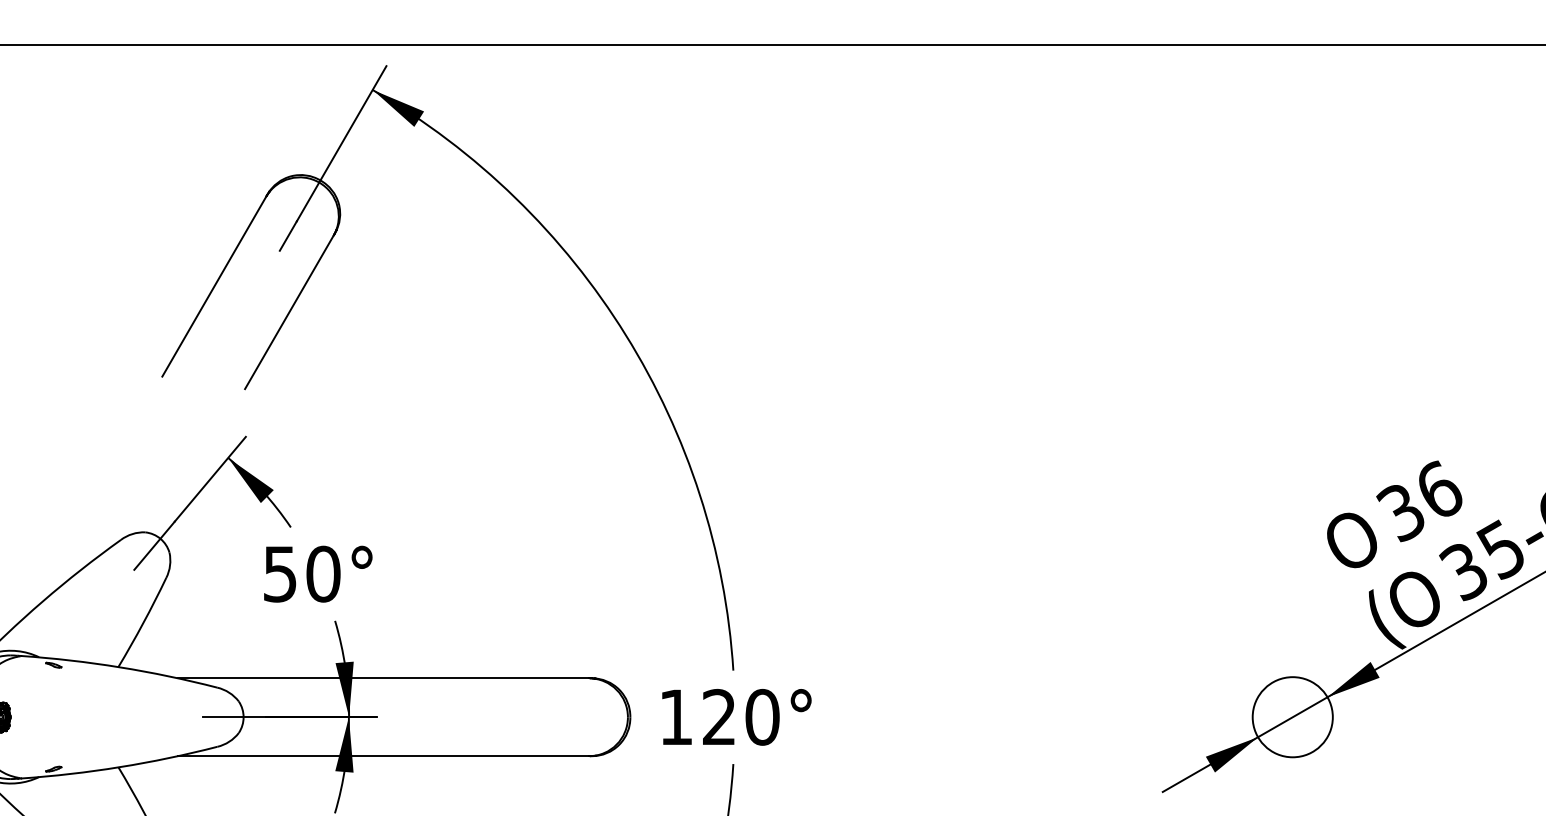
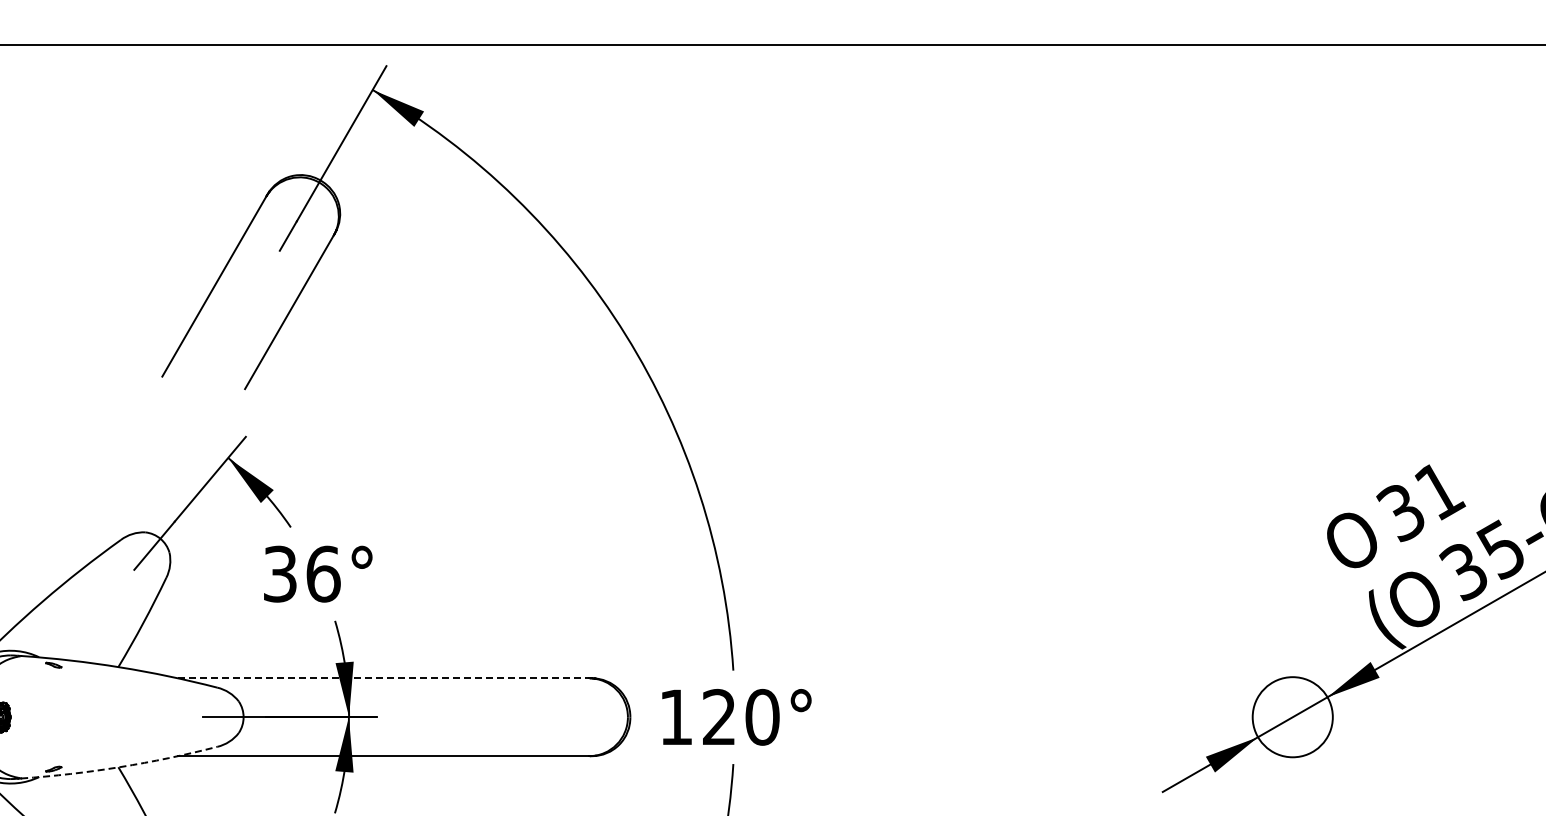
text at (1440, 490): 36 -> 31
text at (302, 573): 50° -> 36°
line at (383, 678): solid -> dashed
arc at (120, 767): solid -> dashed
